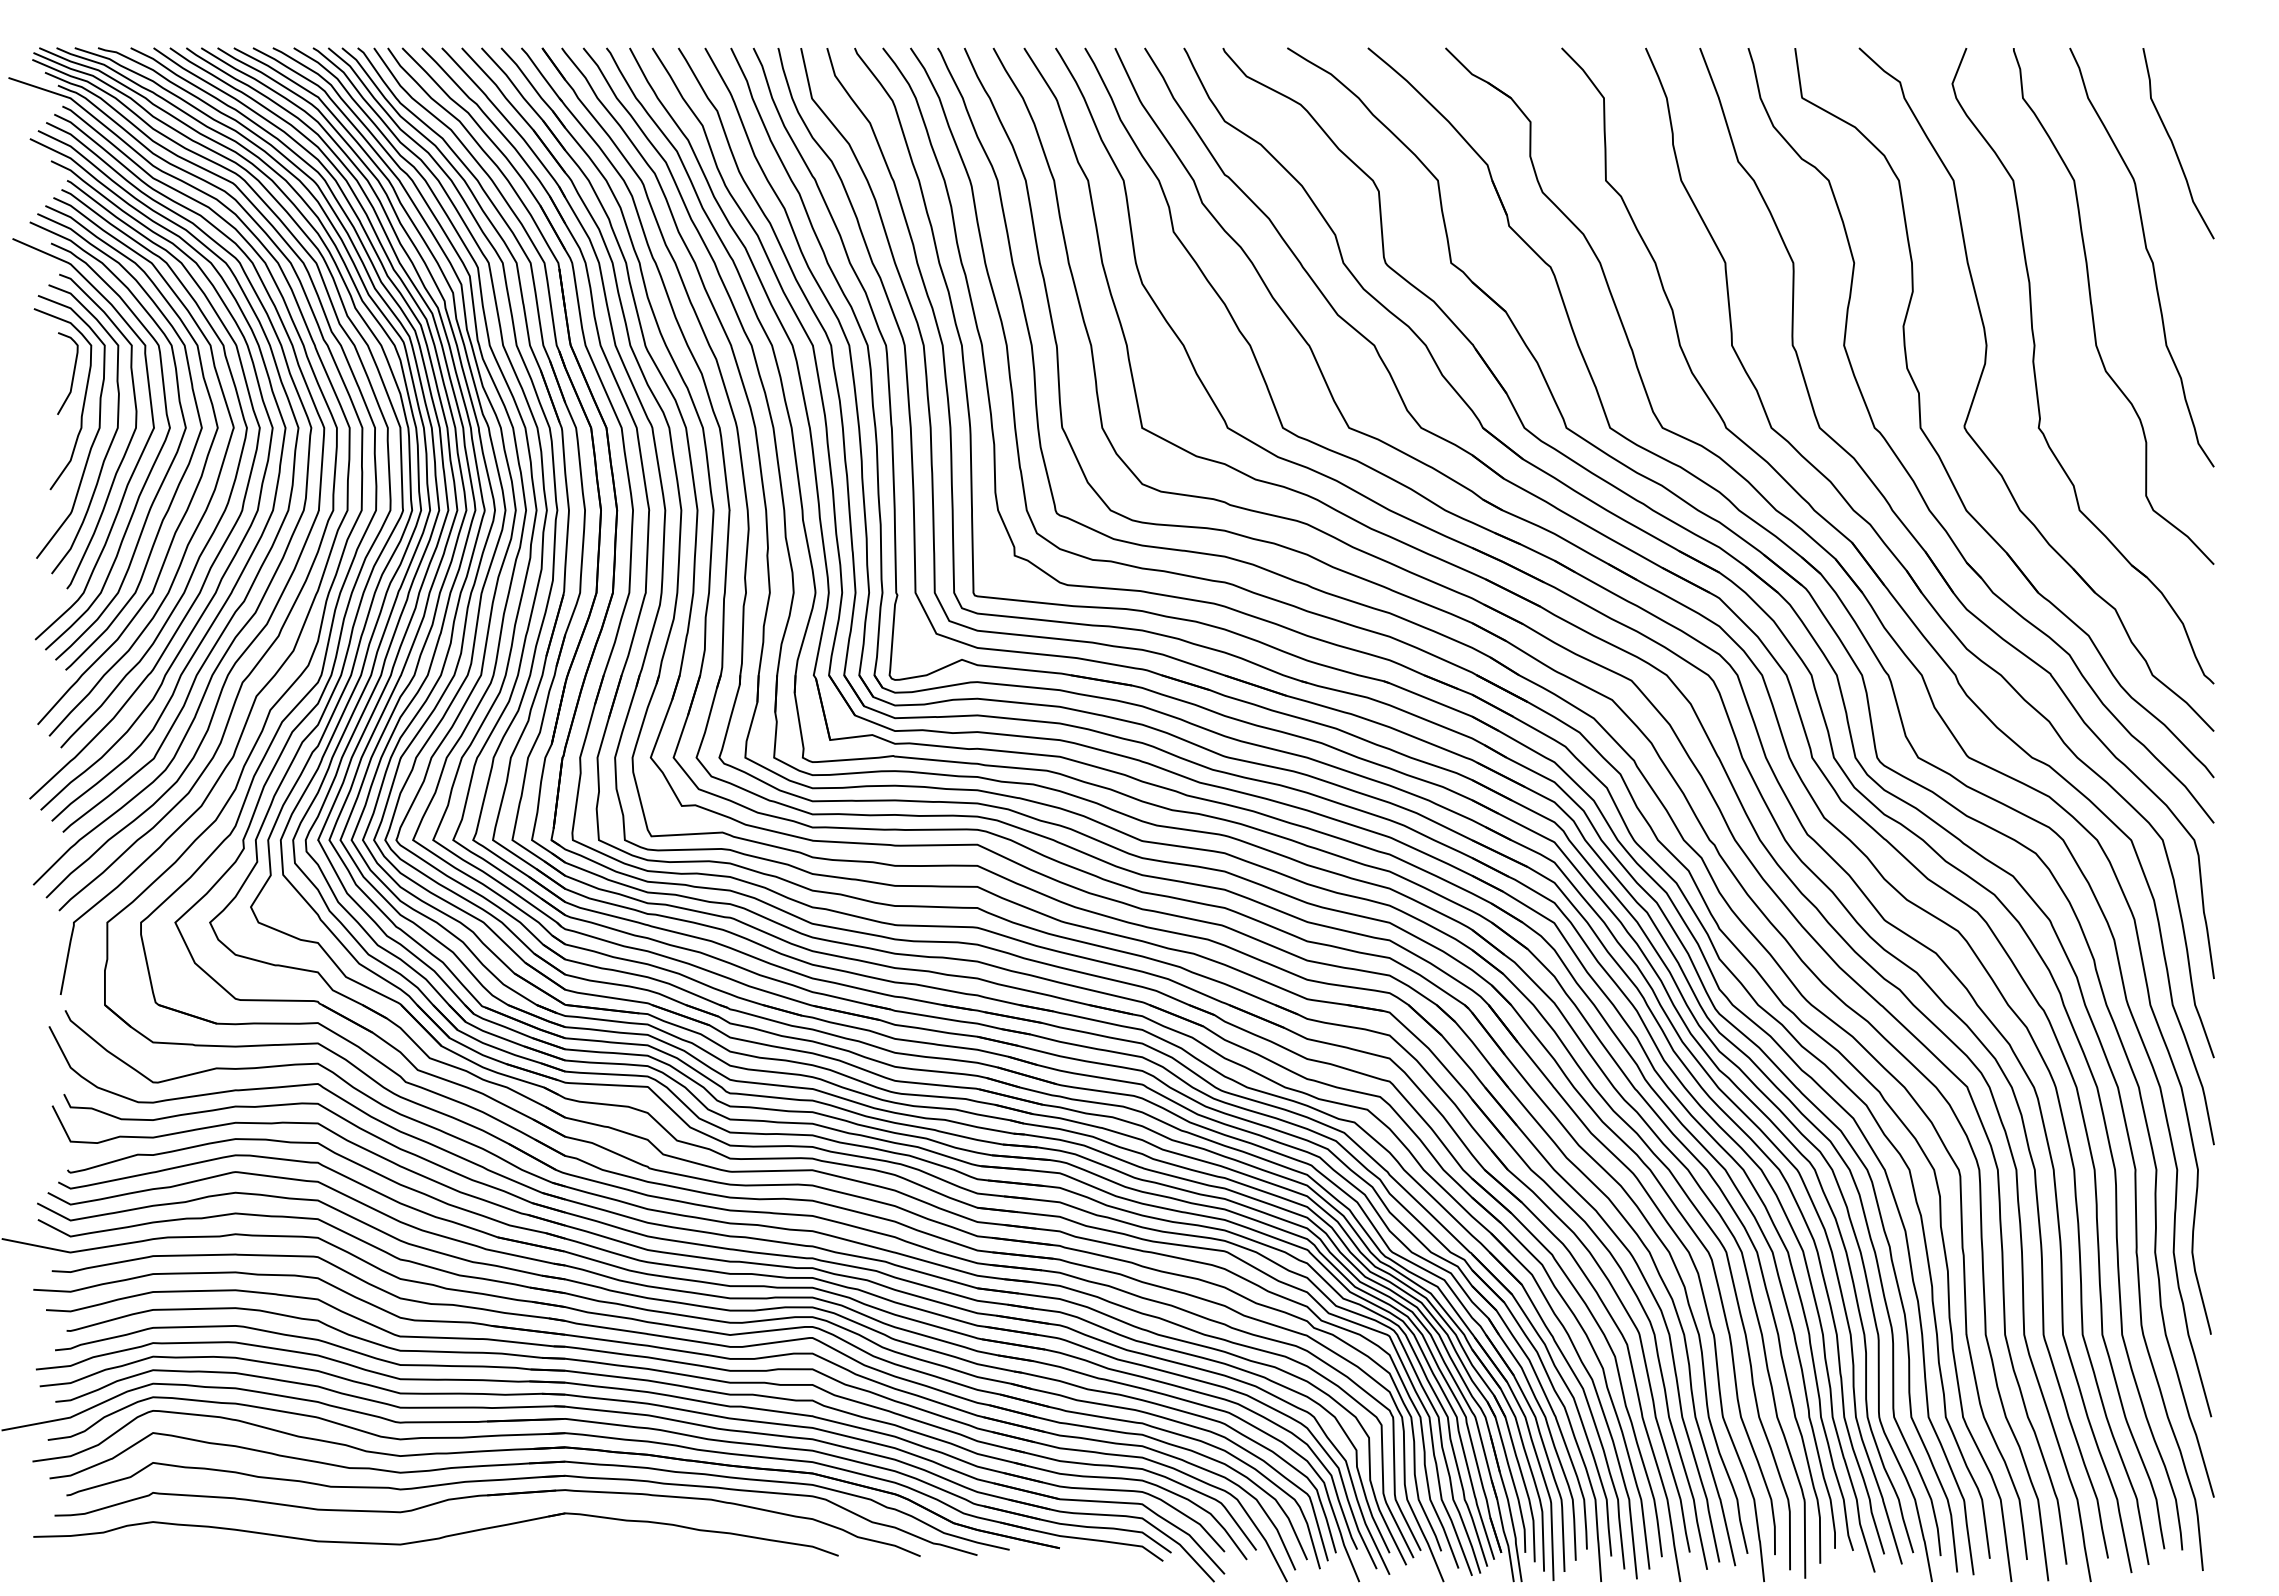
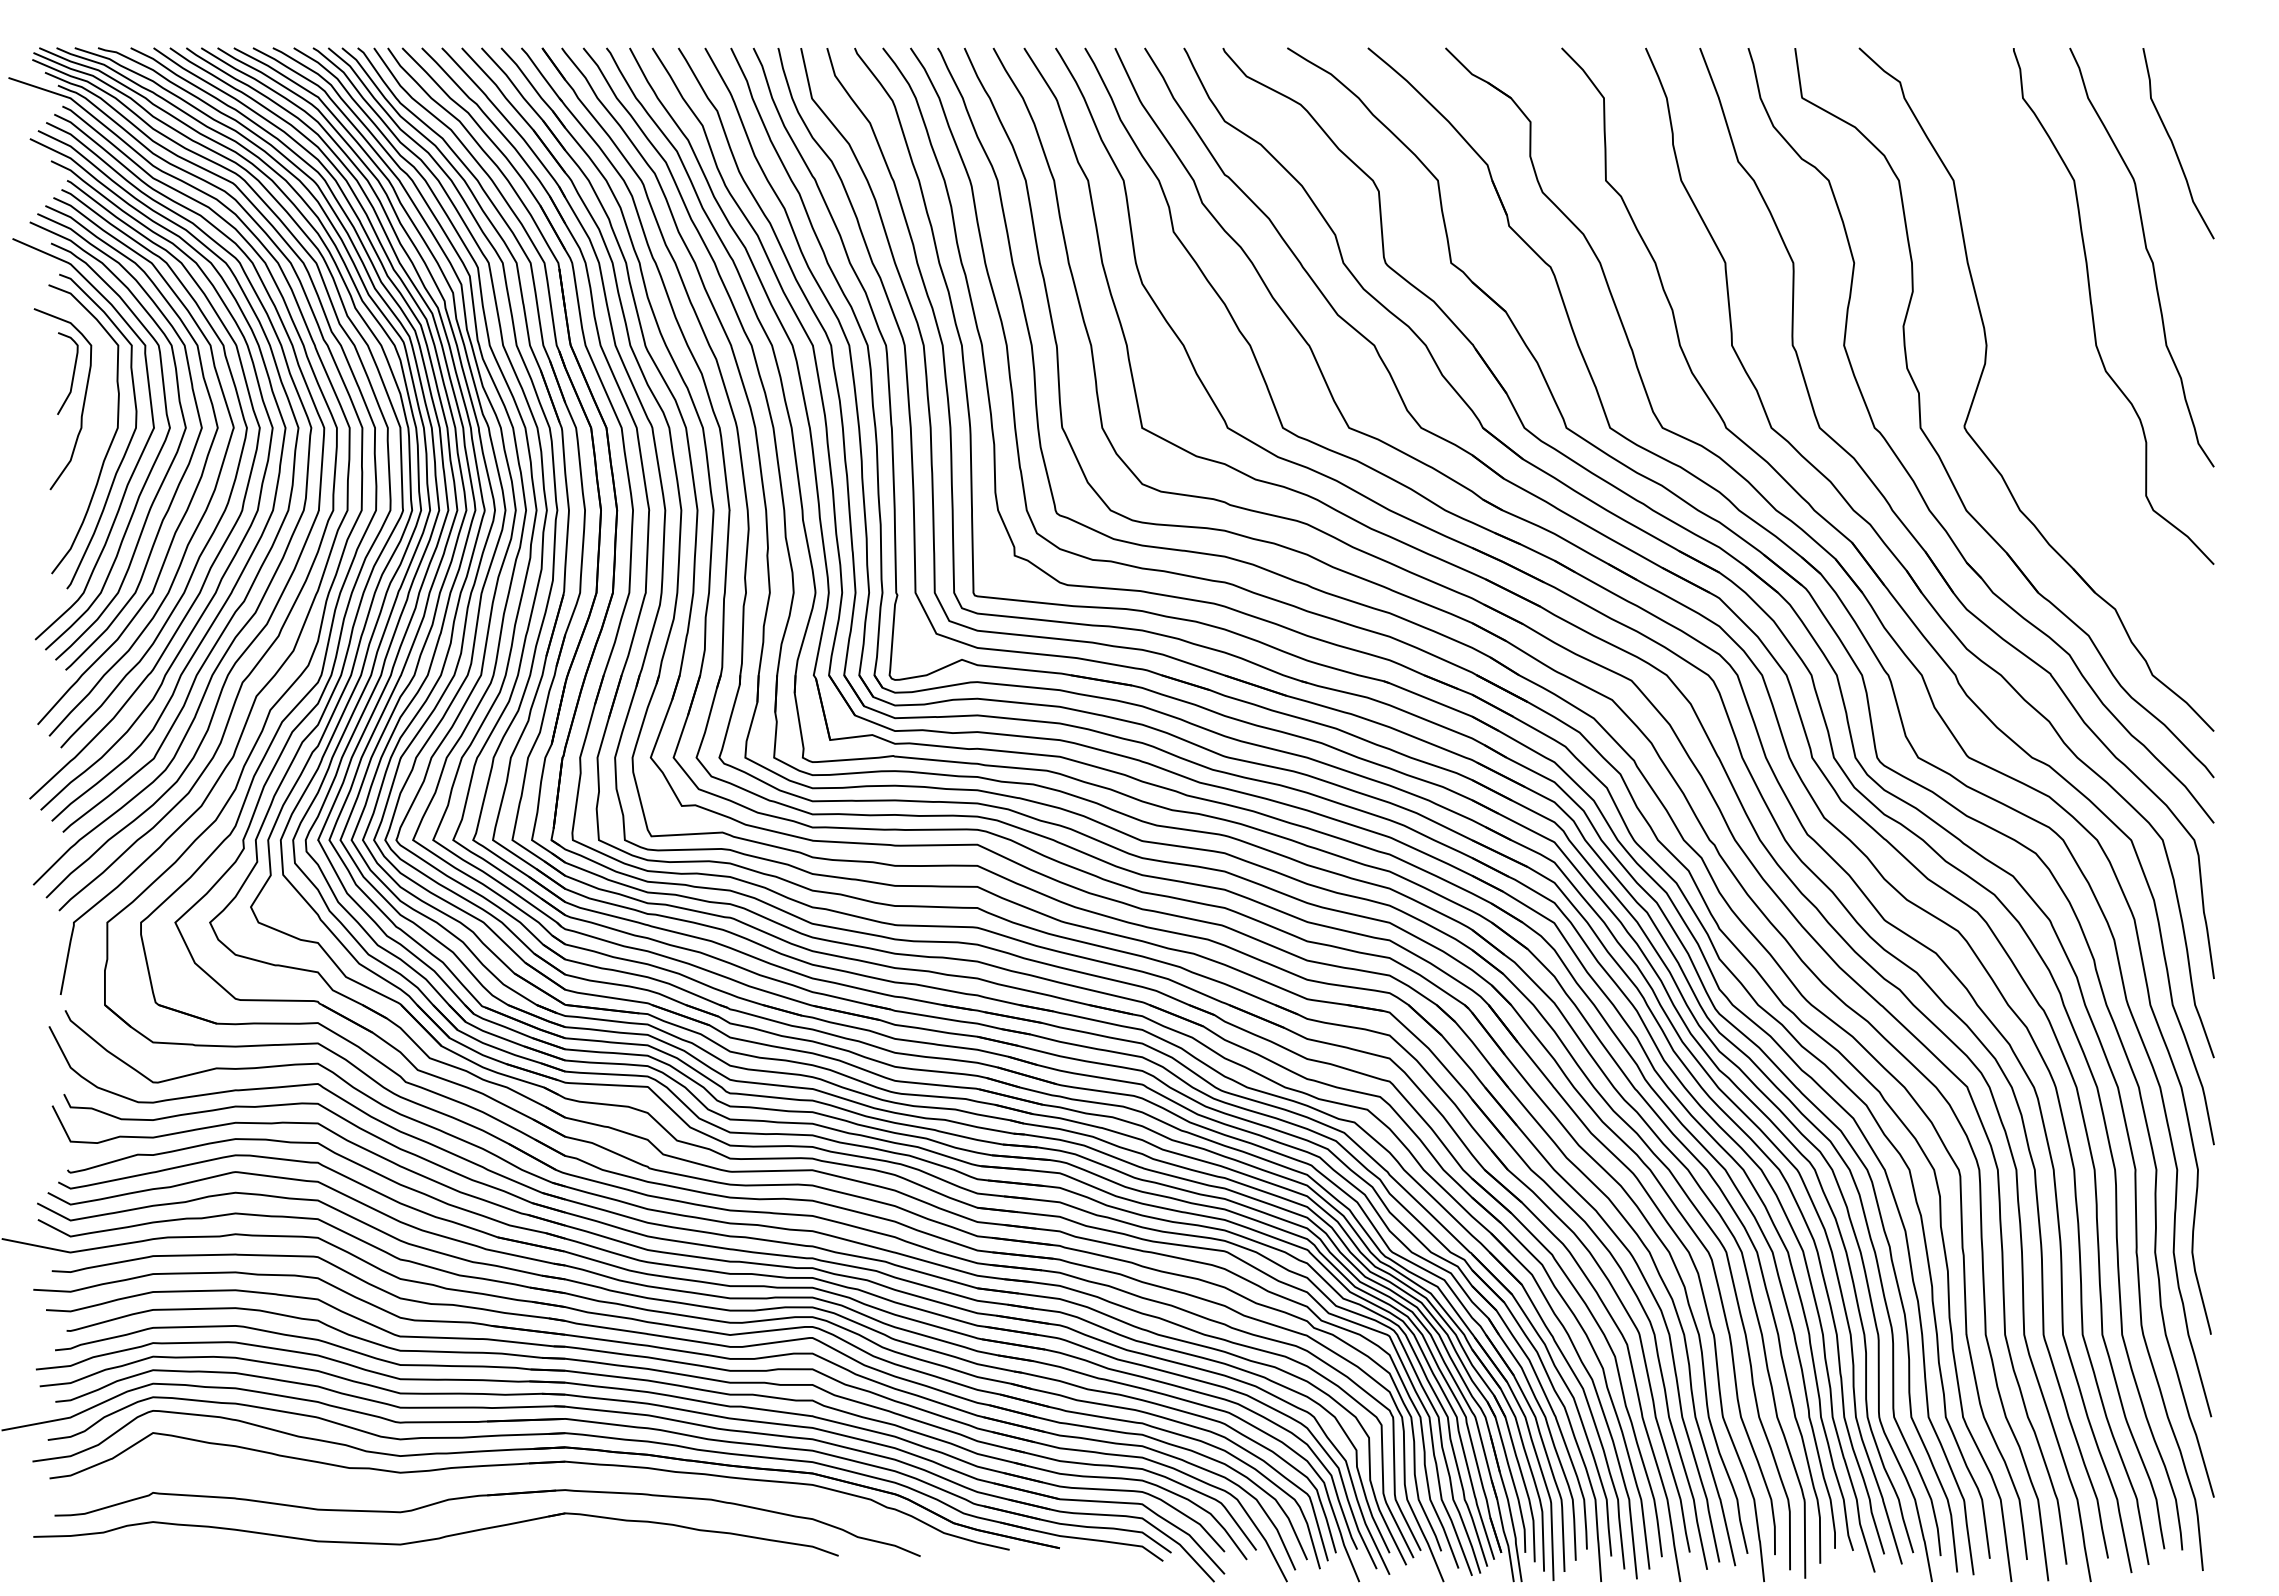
part at (2035, 369): present -> none
curve at (95, 434): present -> none
part at (521, 1479): present -> none
